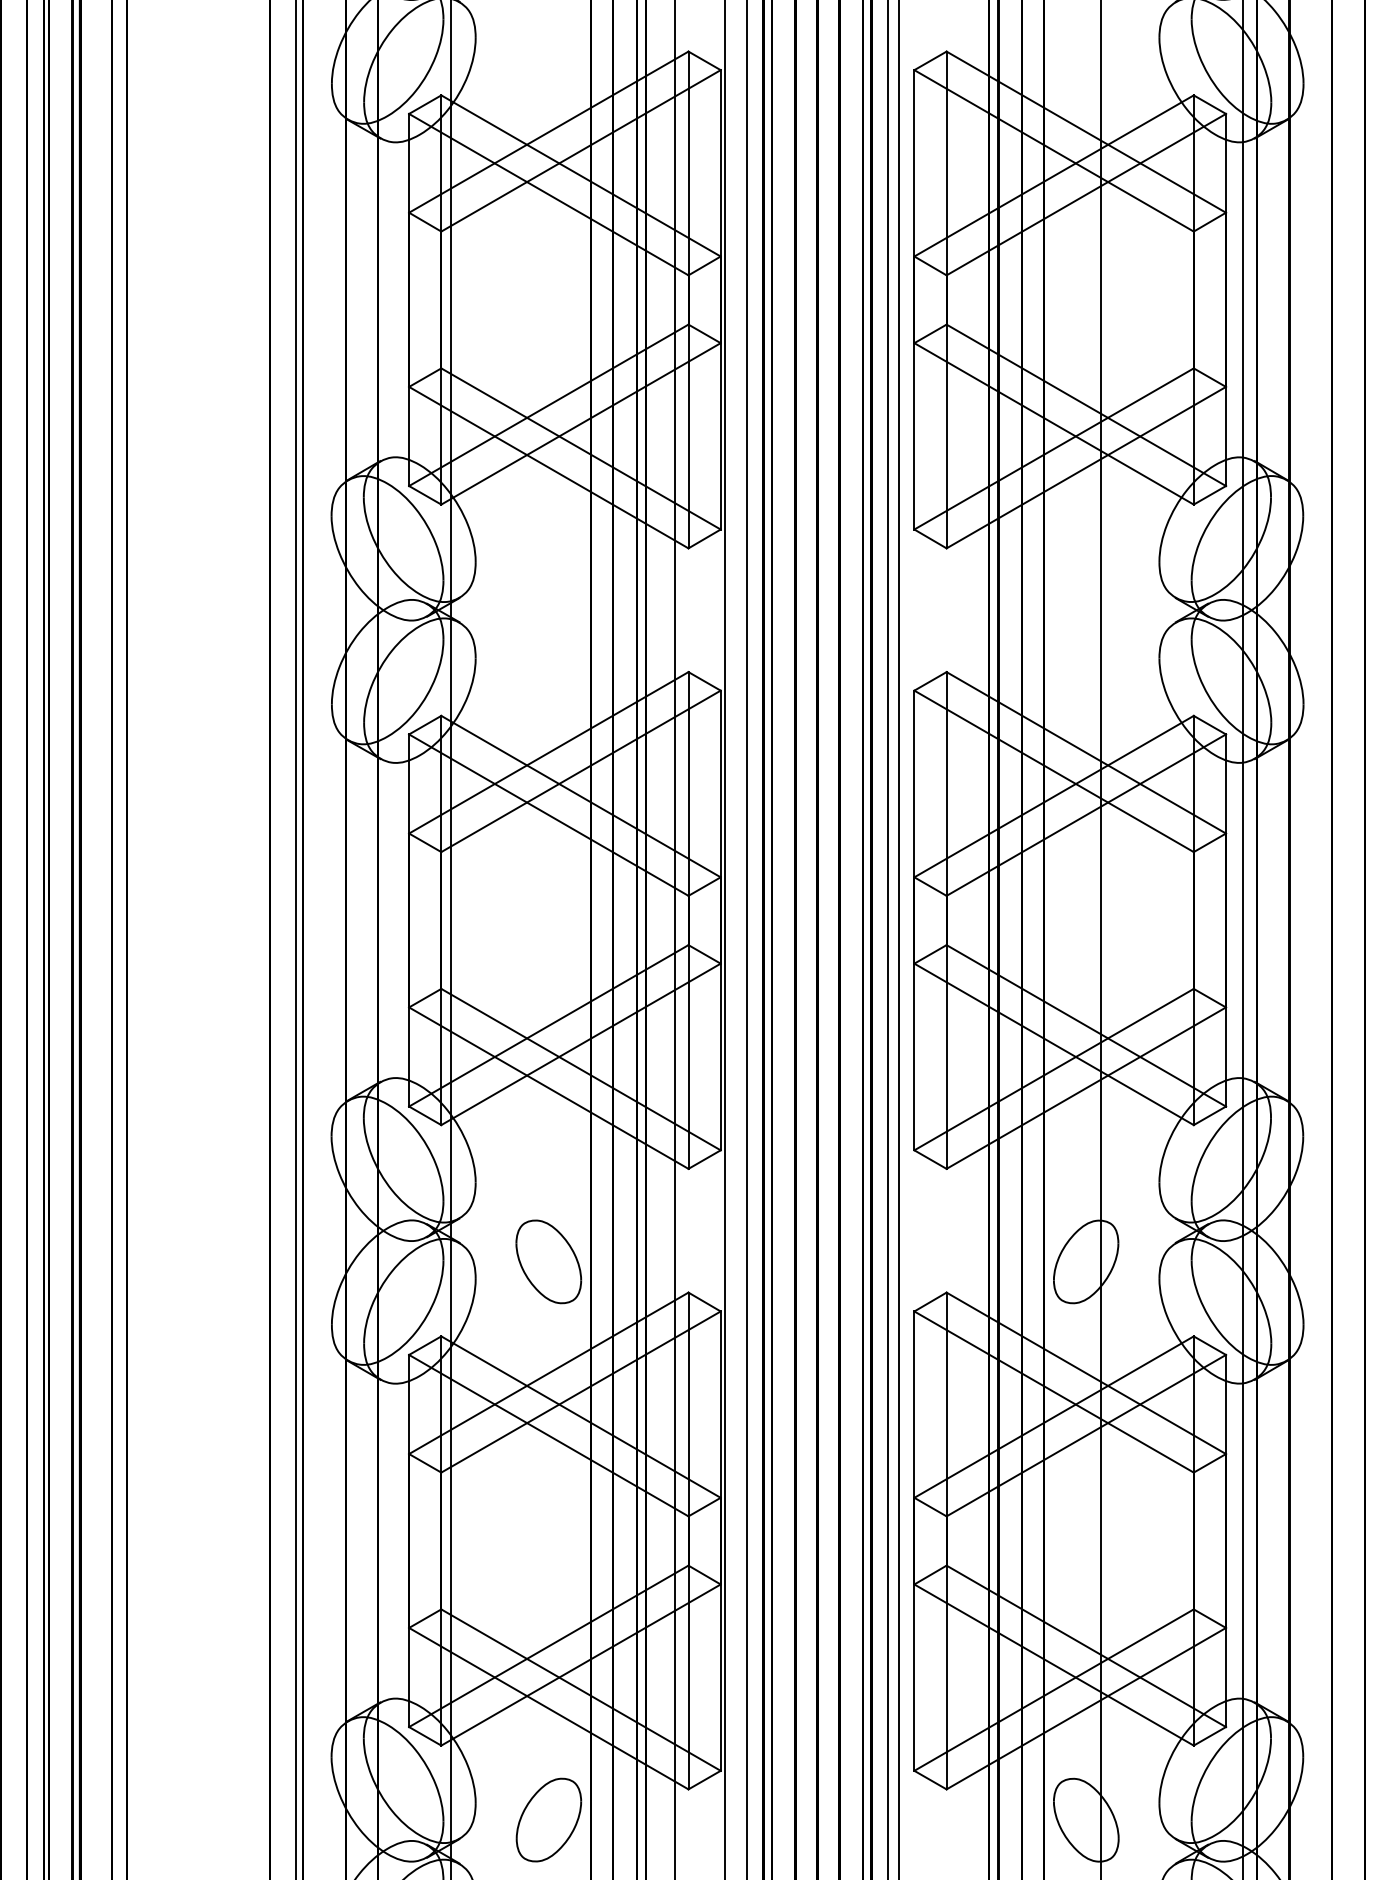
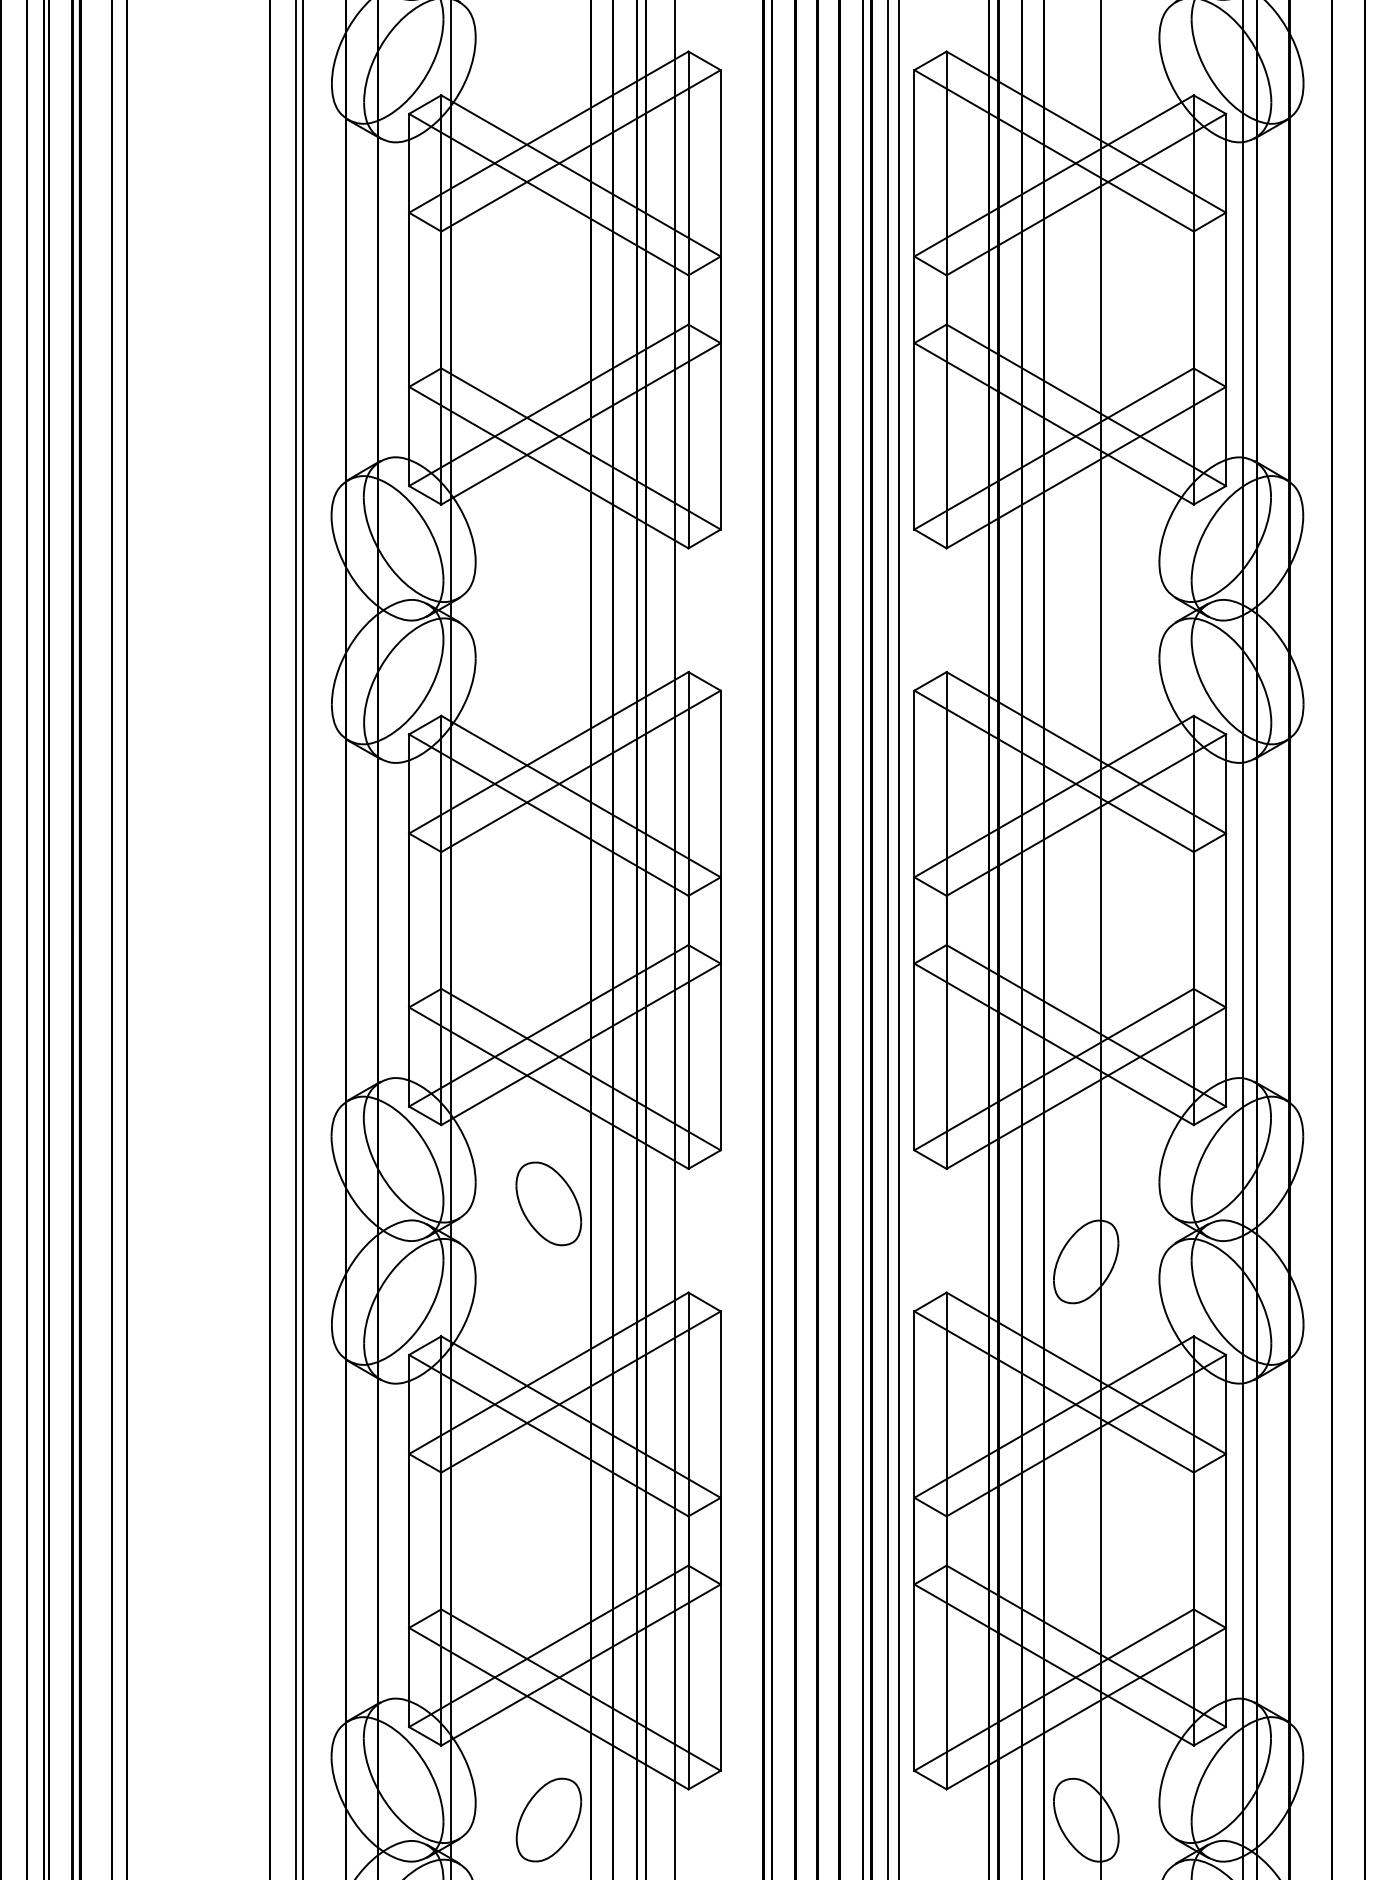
line at (724, 939): present -> none
line at (747, 939): present -> none
part at (548, 1261) position: (548, 1261) -> (548, 1203)
